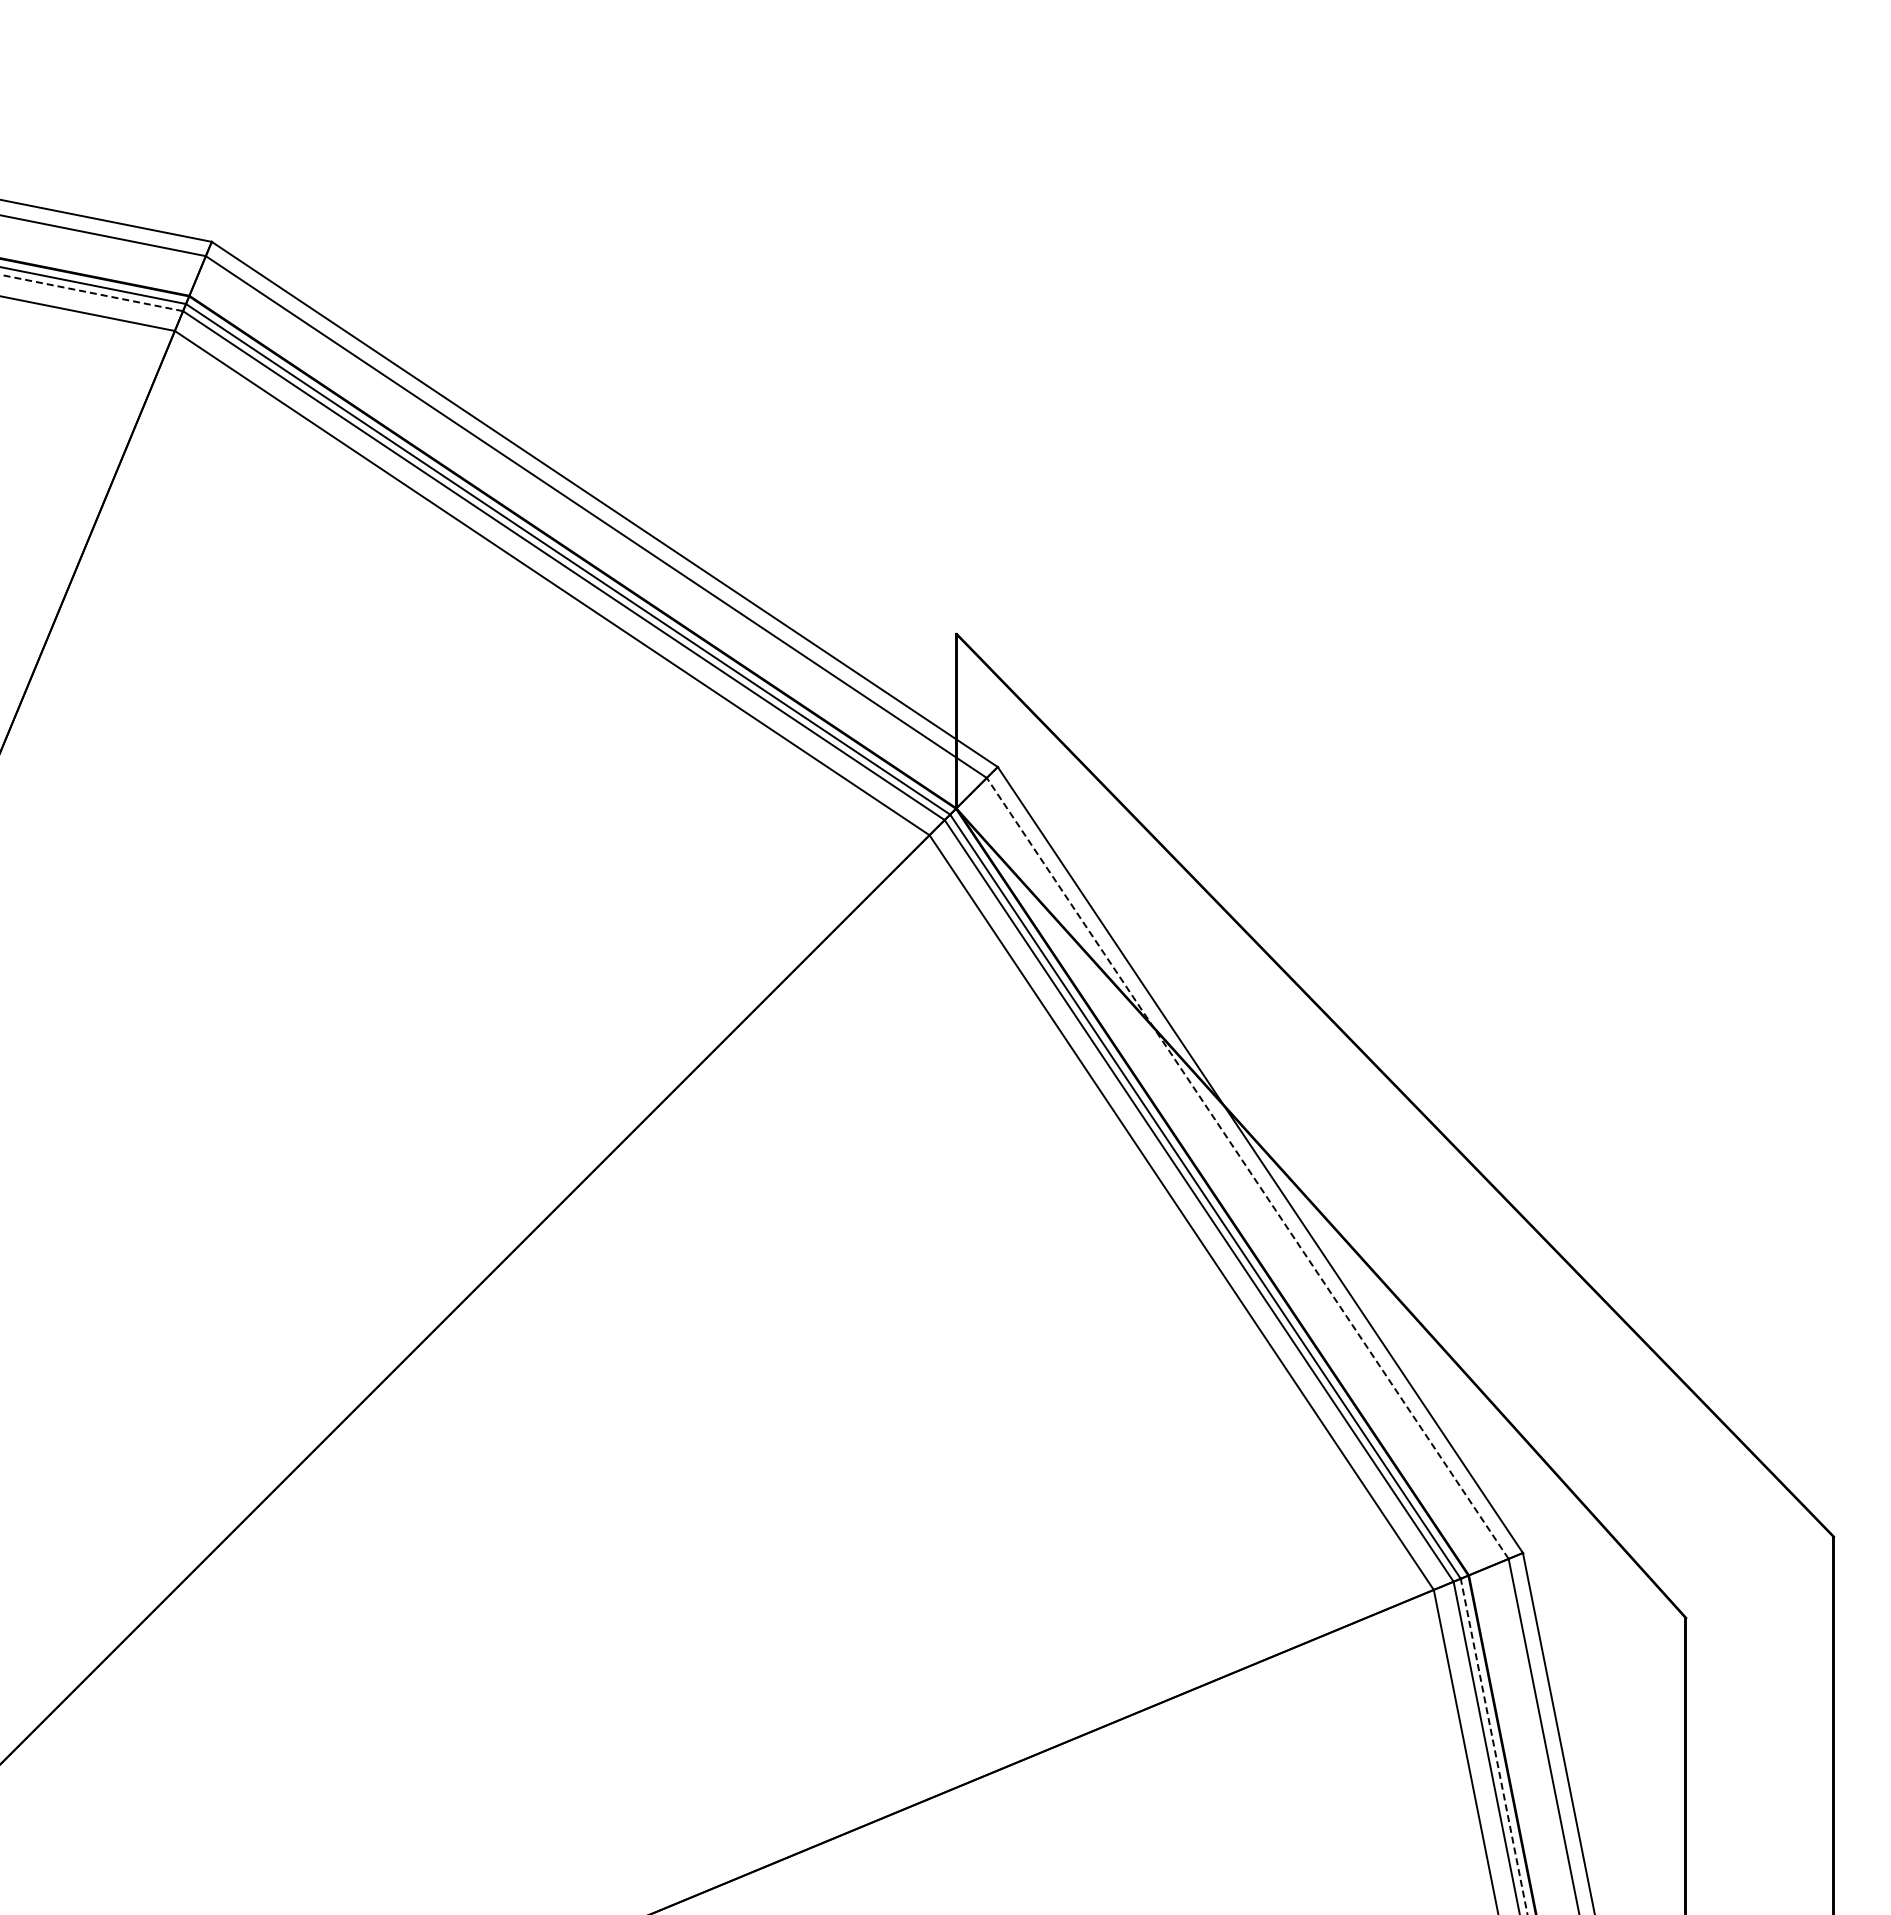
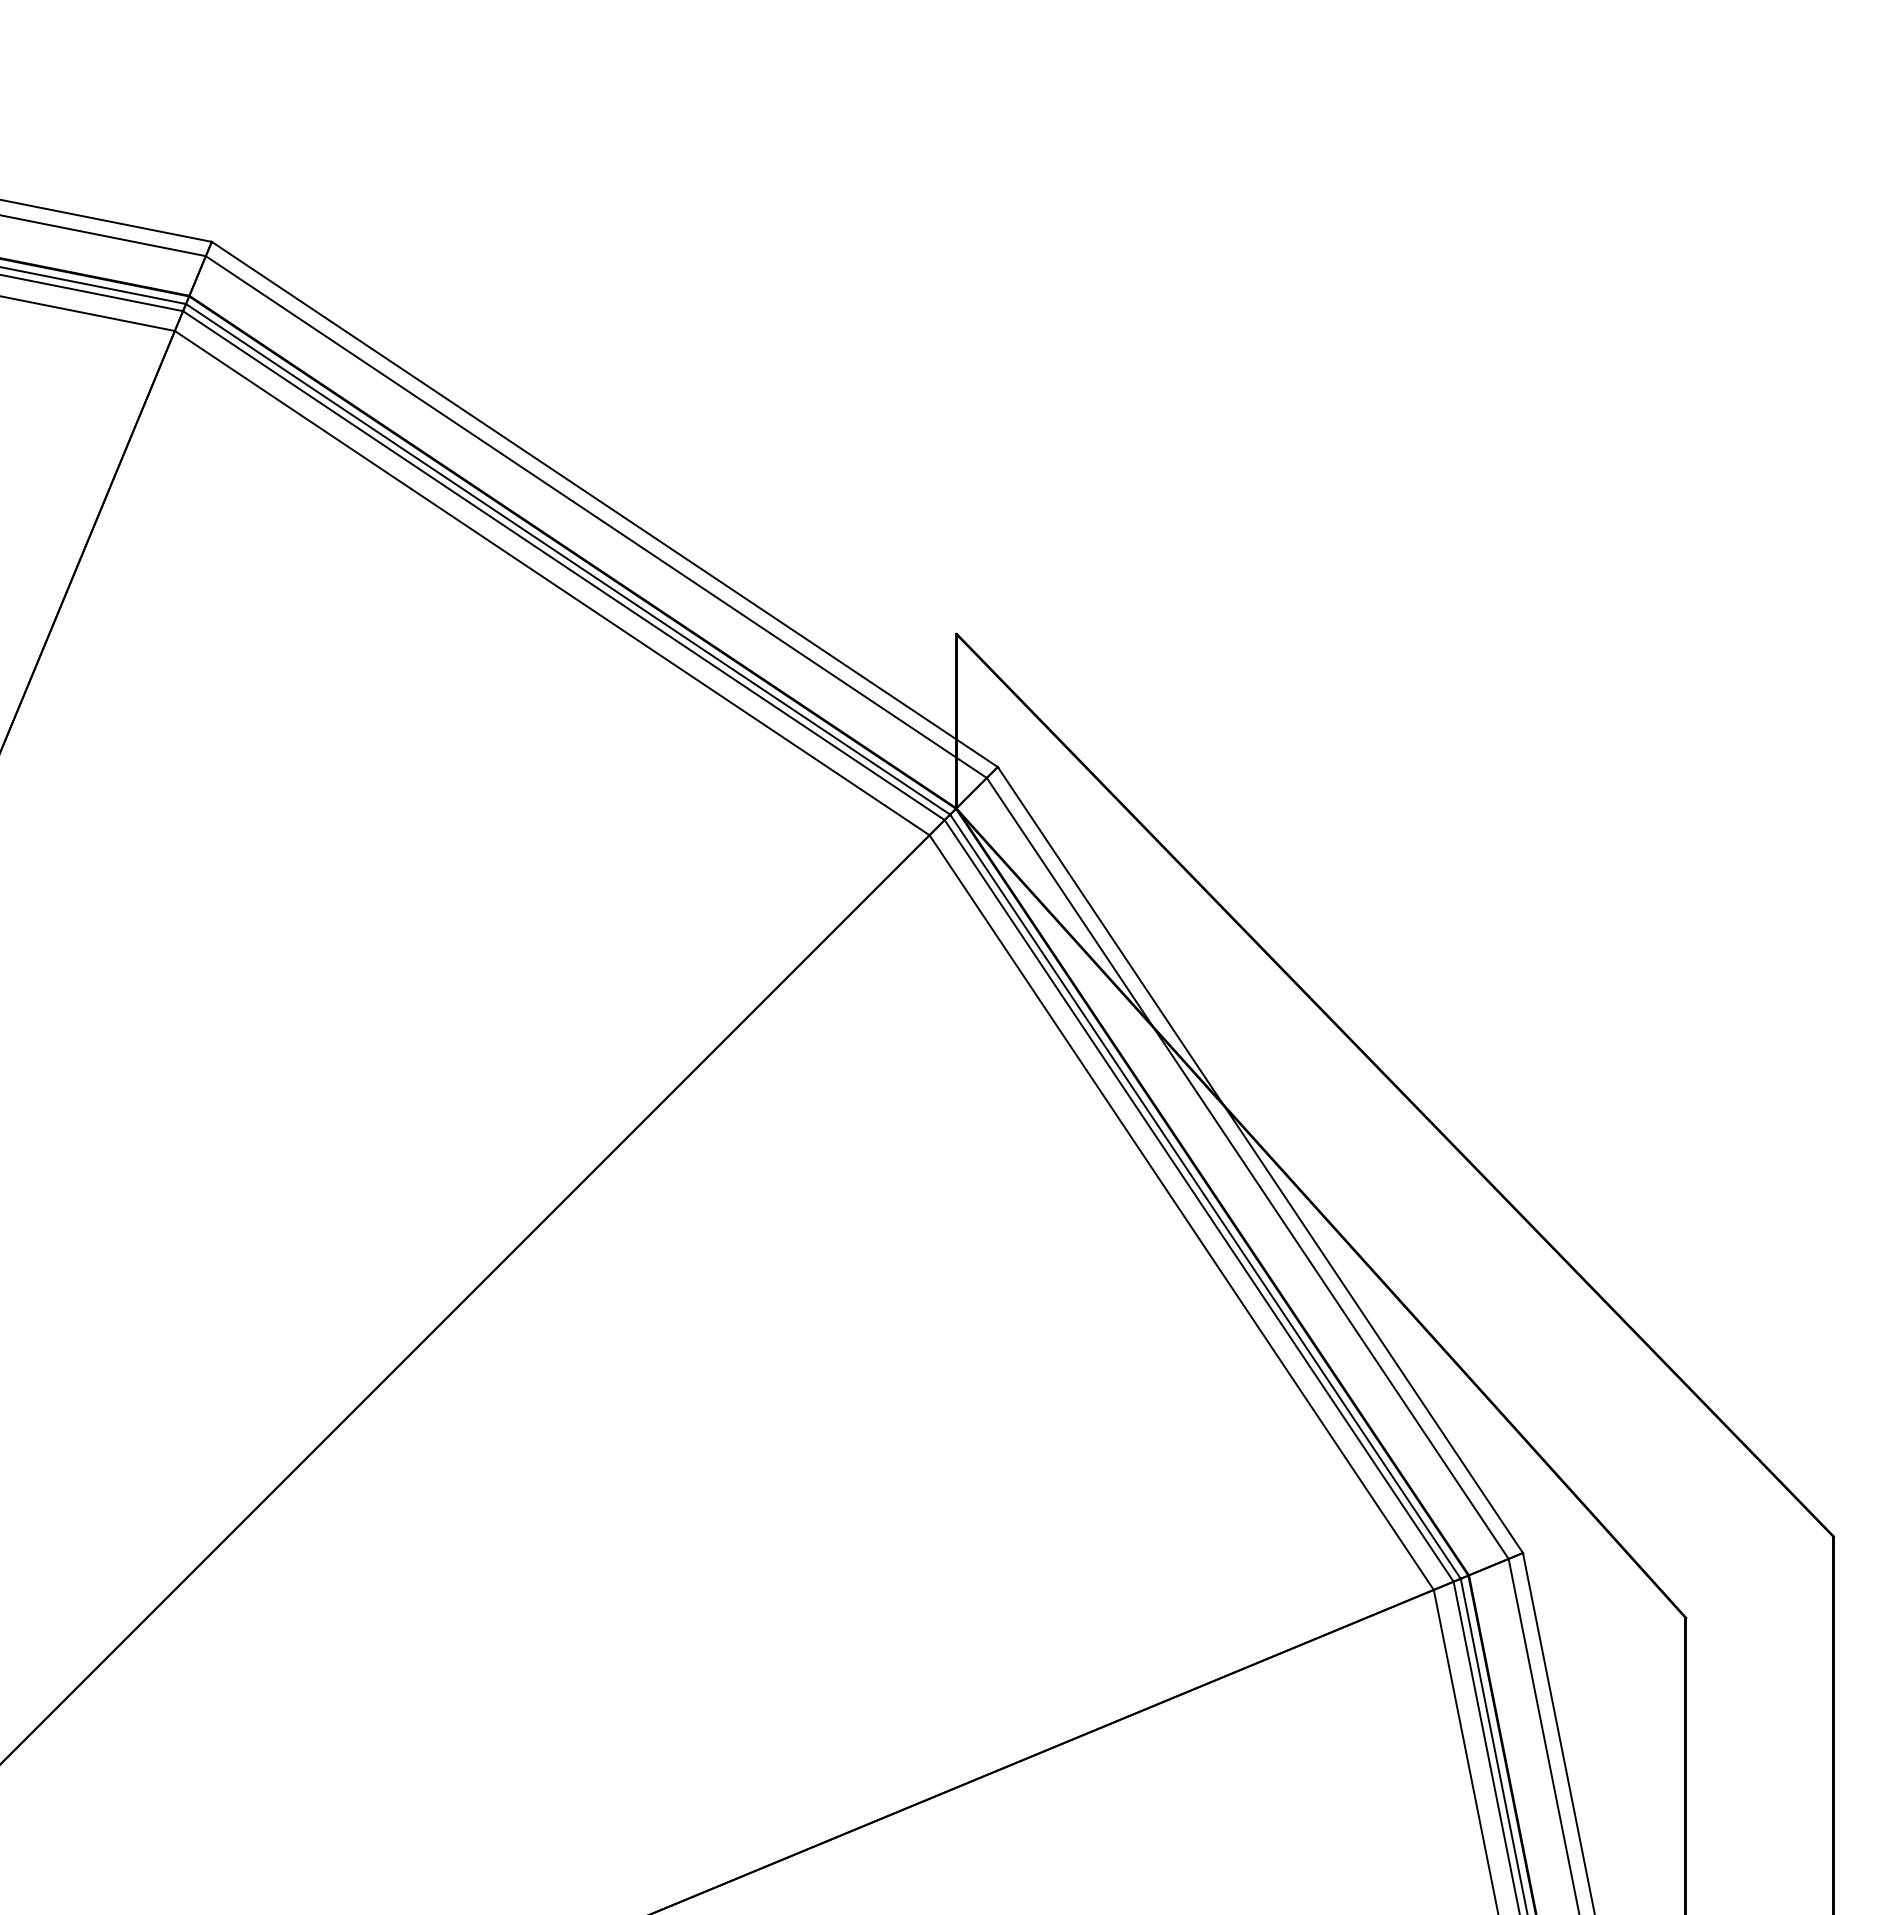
line at (91, 293): dashed -> solid
line at (1247, 1168): dashed -> solid
line at (1494, 1746): dashed -> solid
